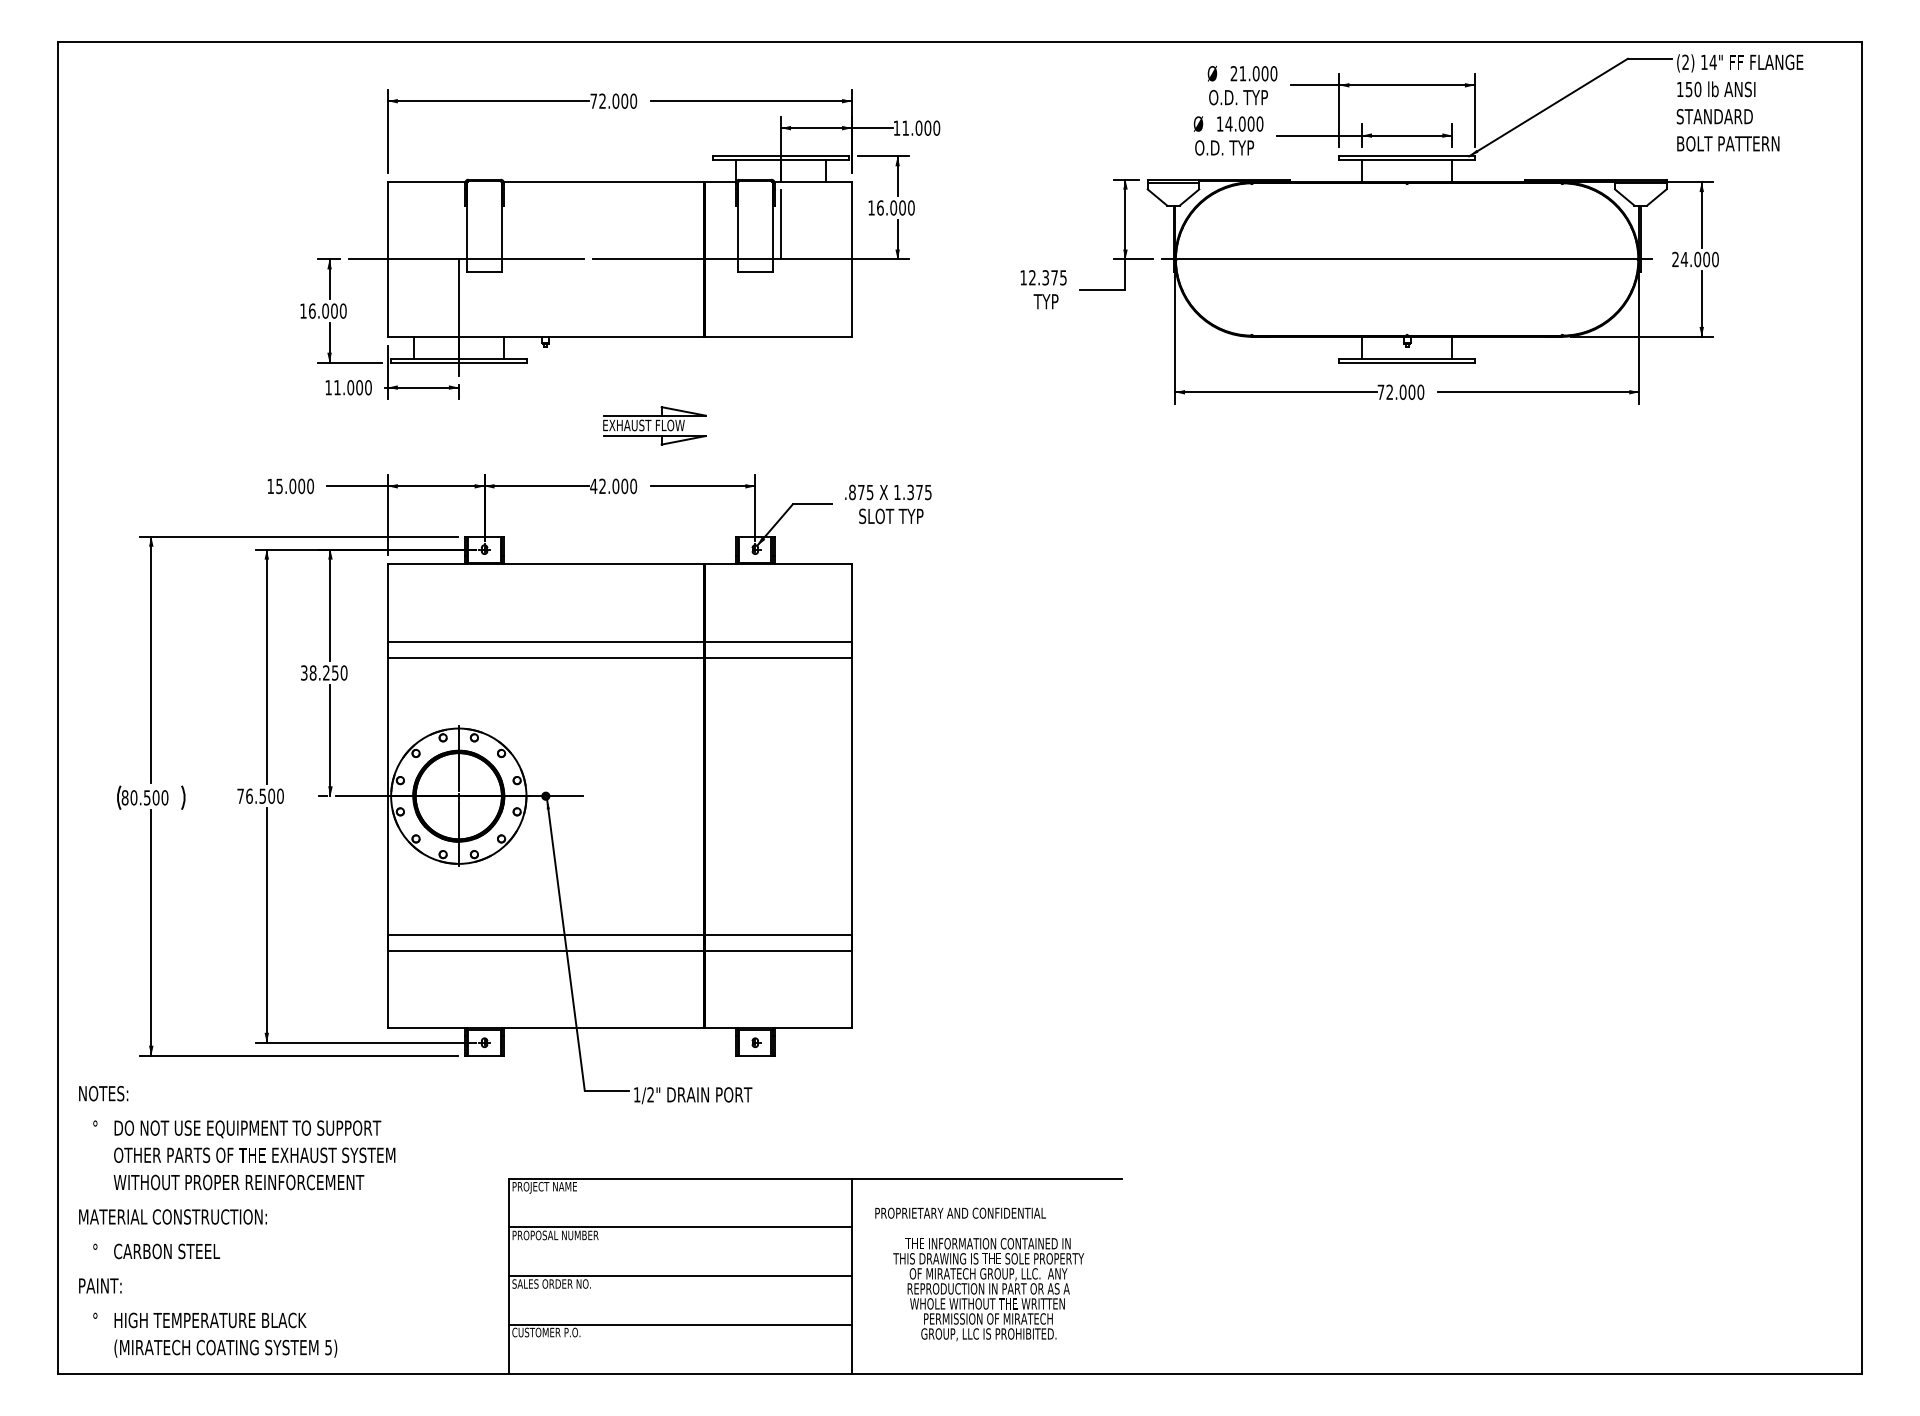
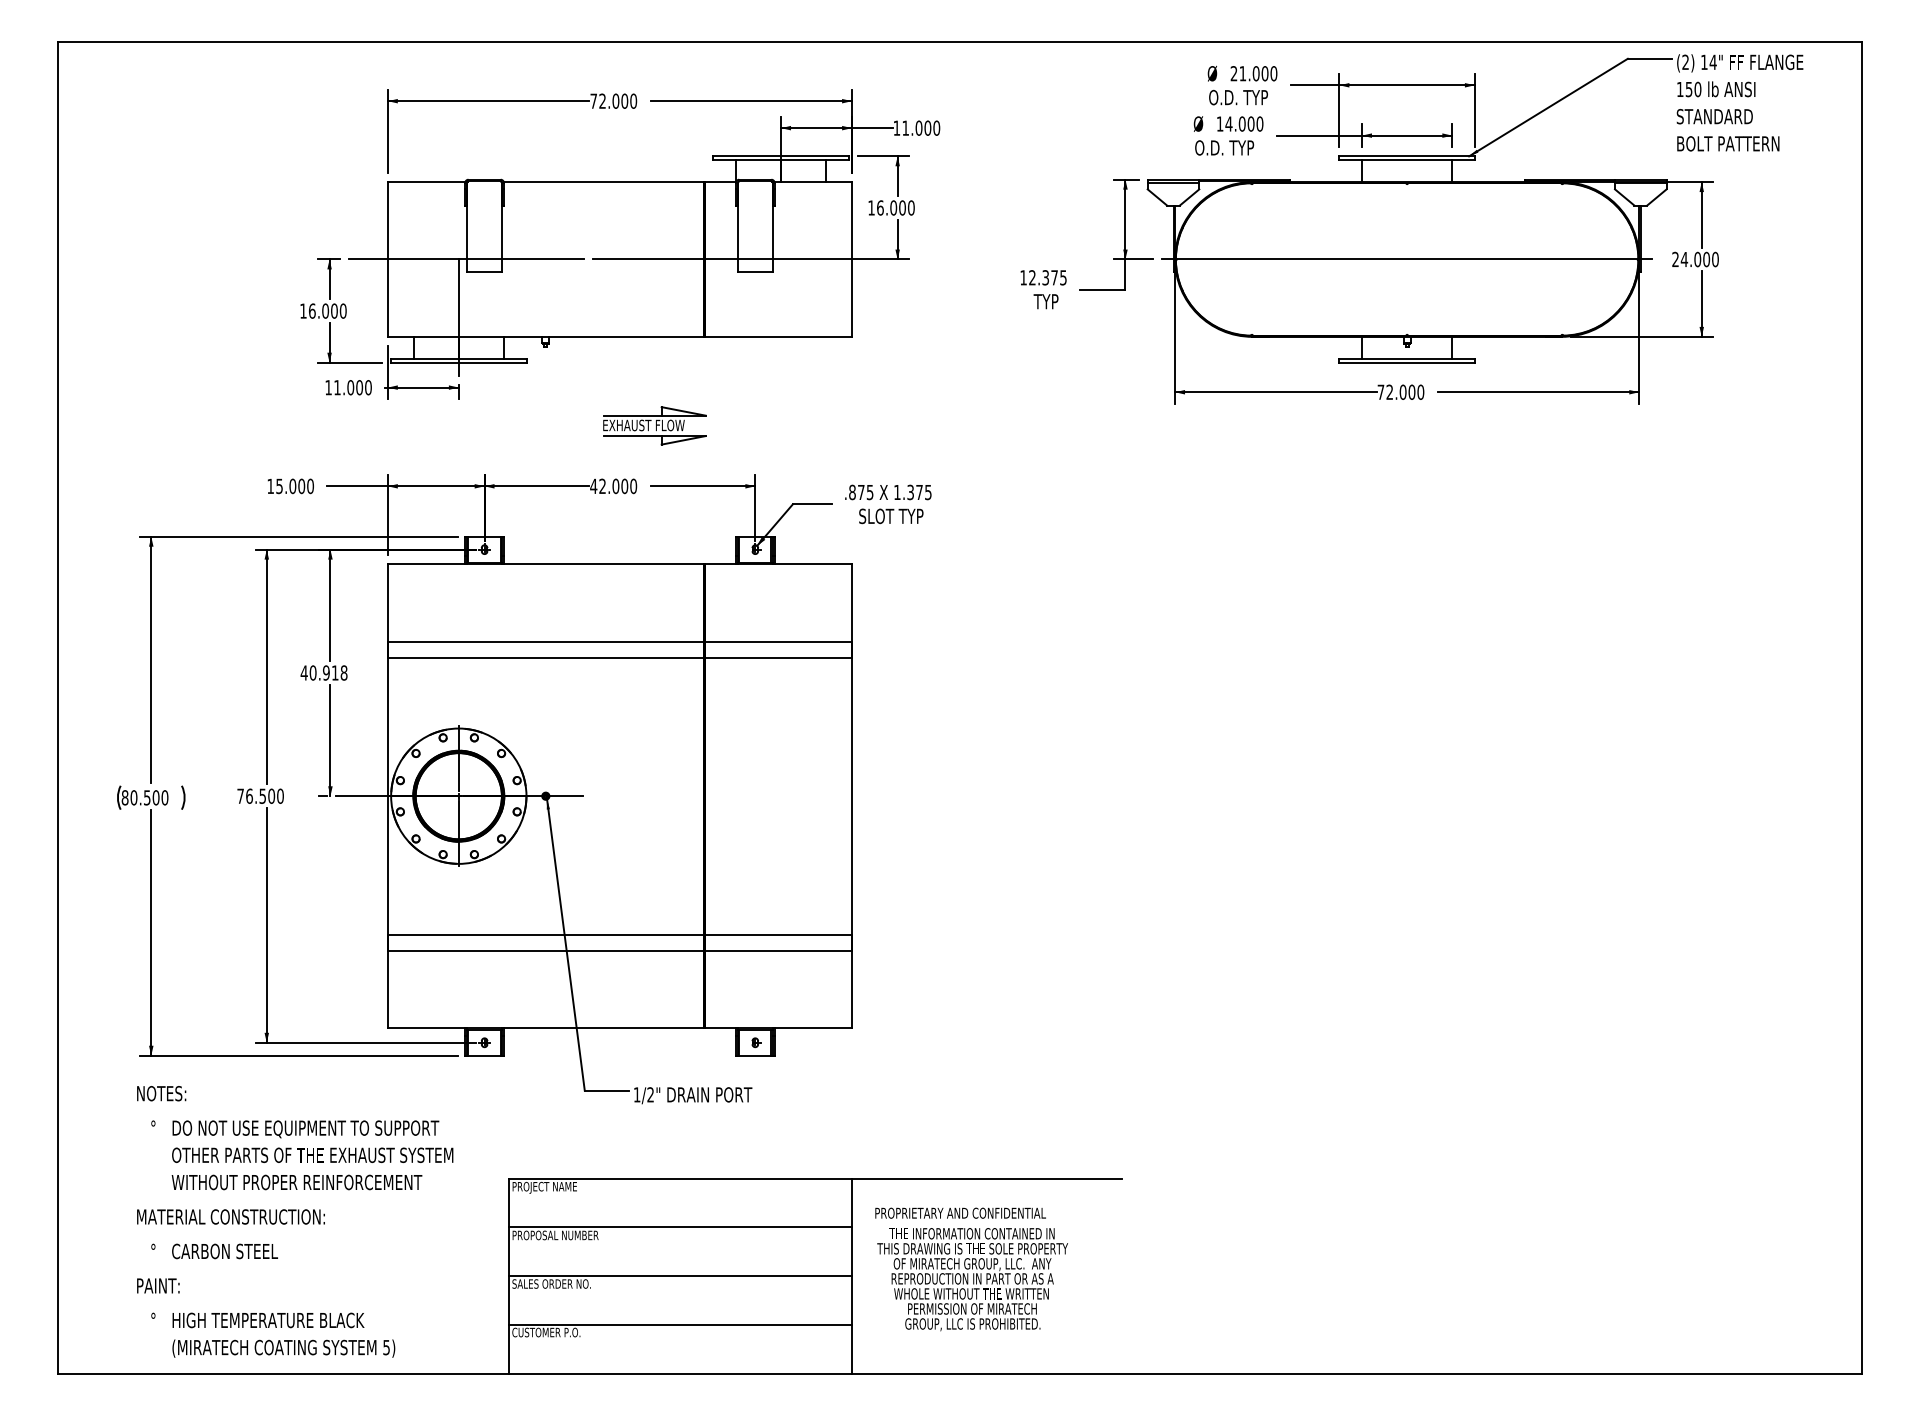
line at (781, 224): present -> none
text at (323, 672): 38.250 -> 40.918
text at (237, 1221) position: (237, 1221) -> (295, 1221)
text at (988, 1289) position: (988, 1289) -> (972, 1279)
